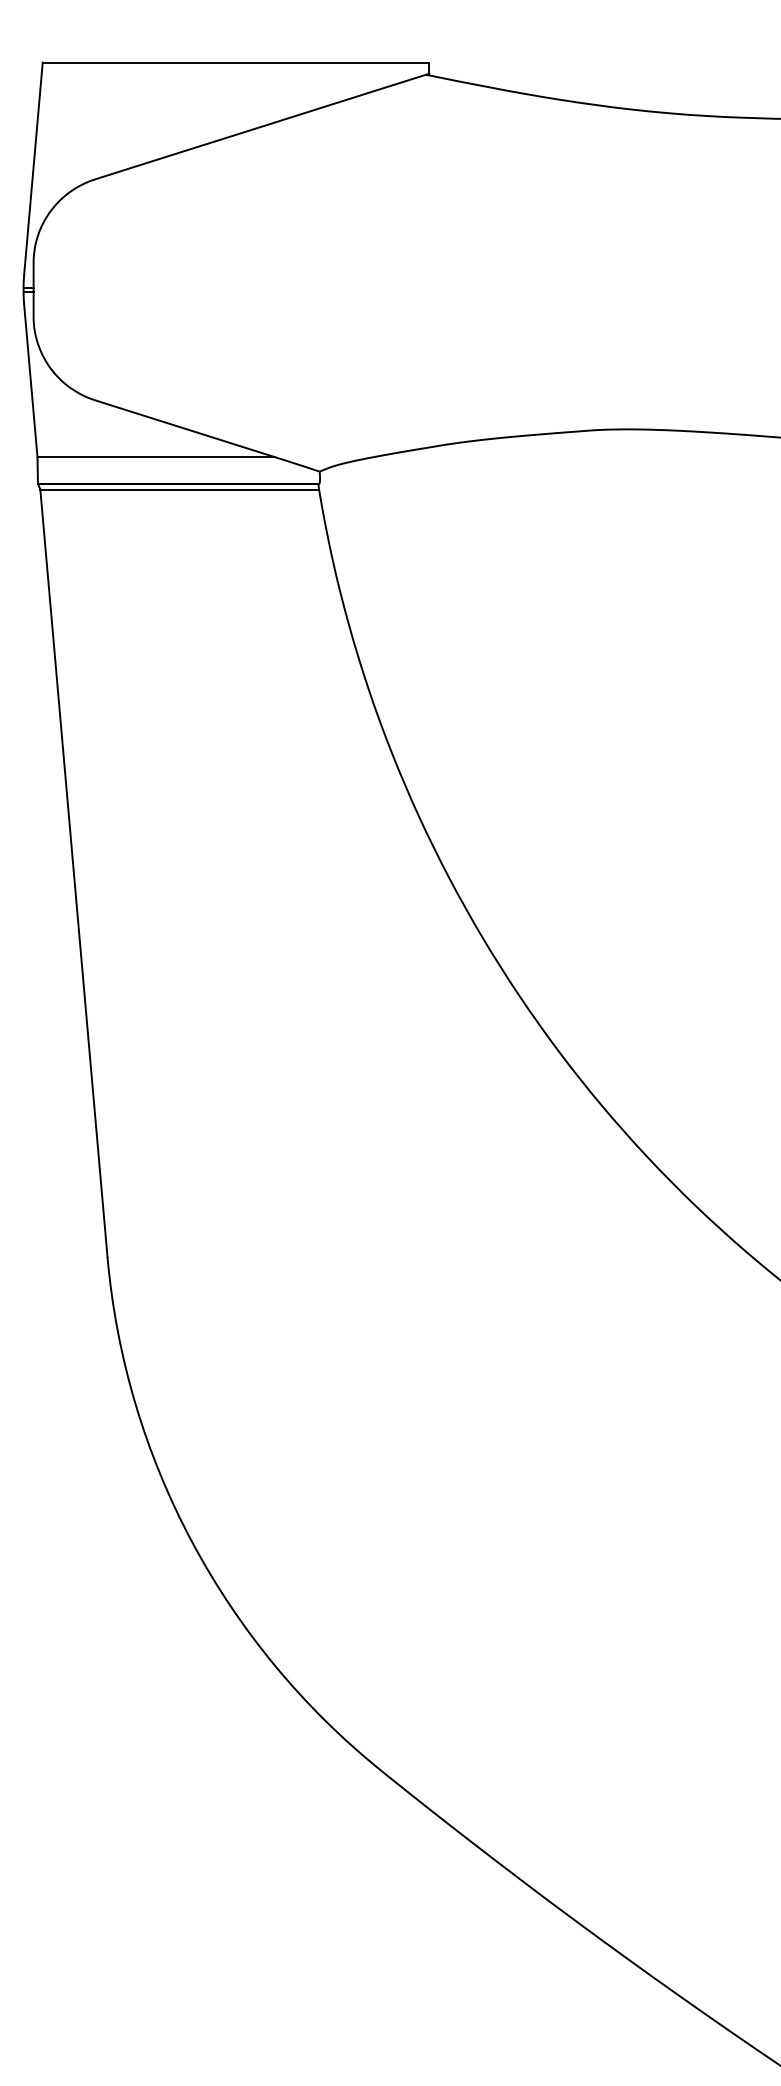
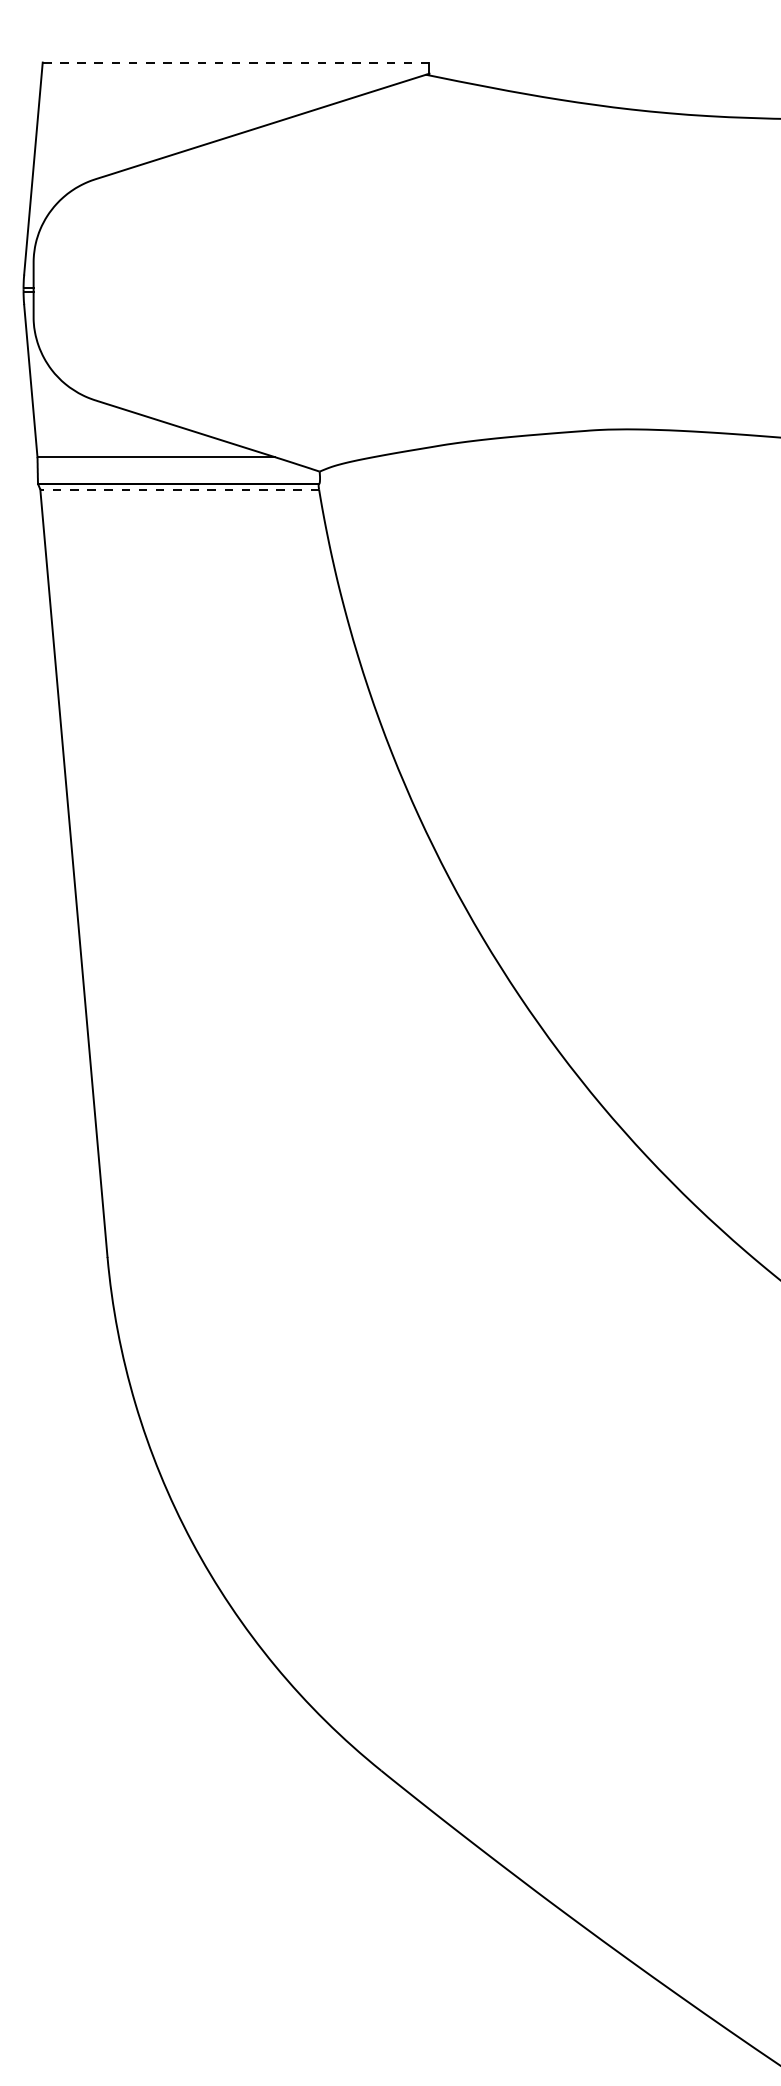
line at (235, 62): solid -> dashed
line at (179, 489): solid -> dashed
